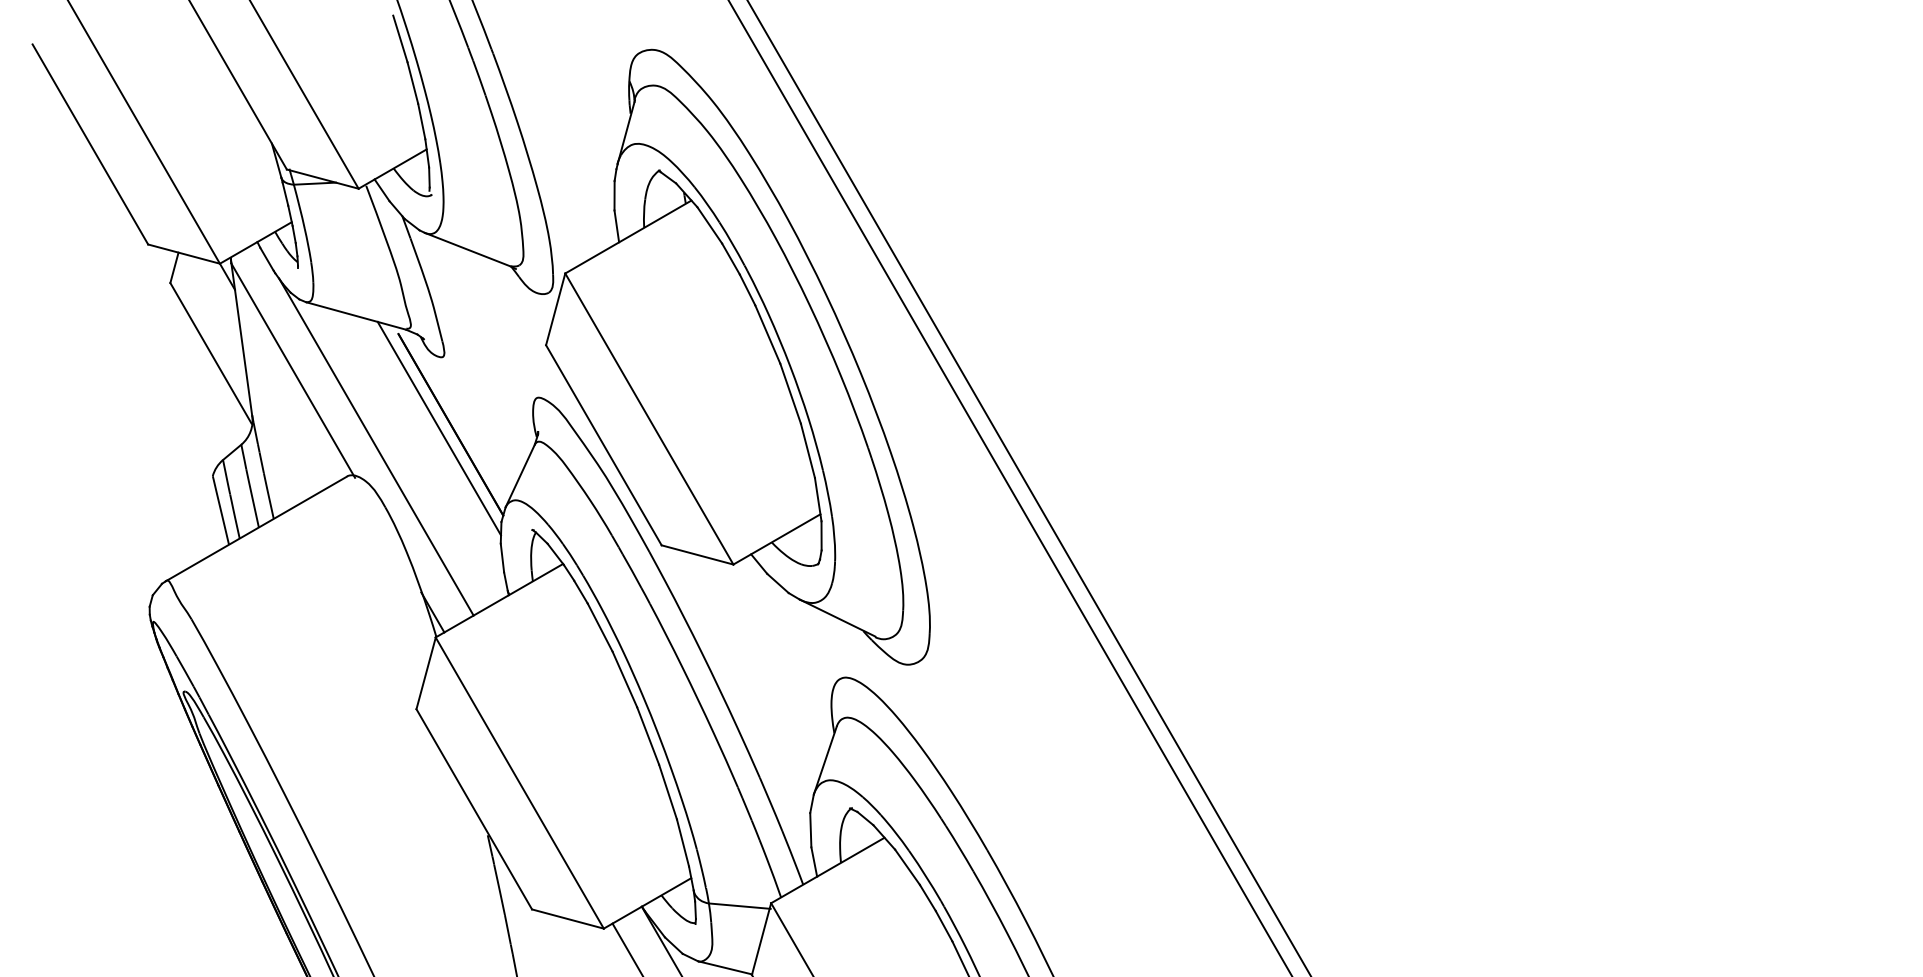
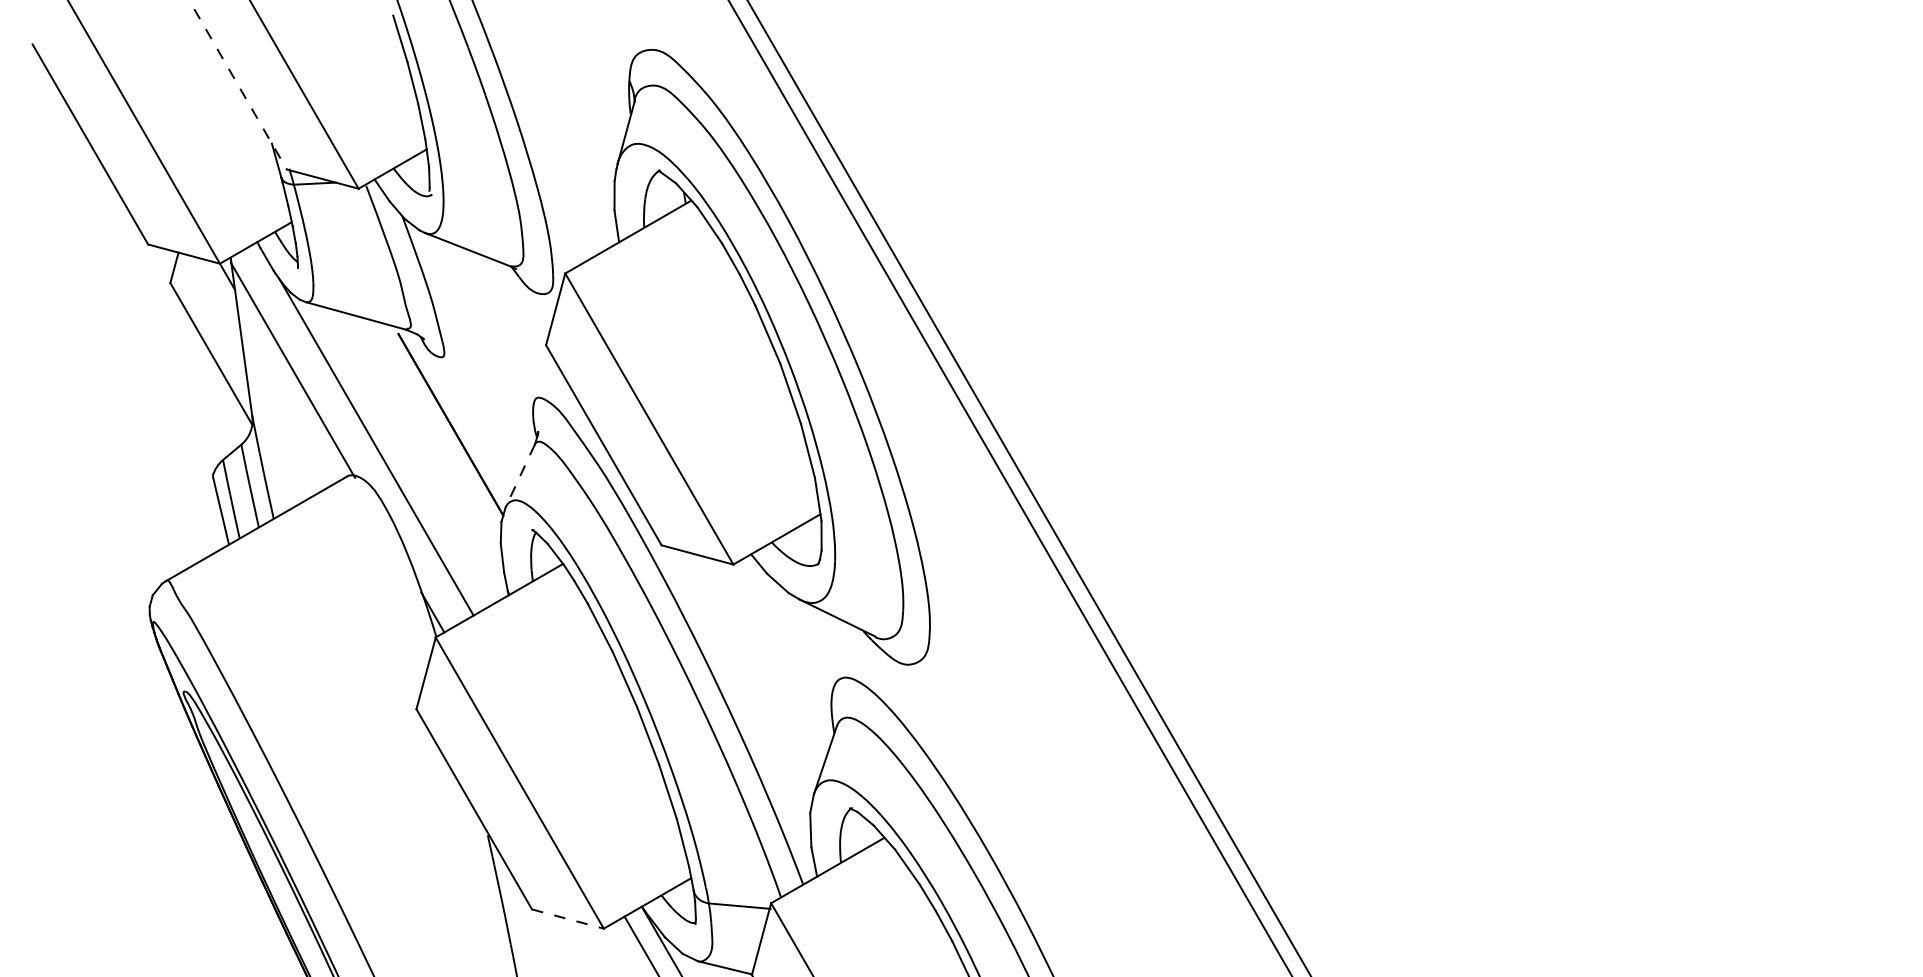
line at (238, 84): solid -> dashed
line at (439, 428): present -> none
line at (520, 476): solid -> dashed
line at (568, 919): solid -> dashed
line at (626, 948) position: (626, 948) -> (640, 944)
